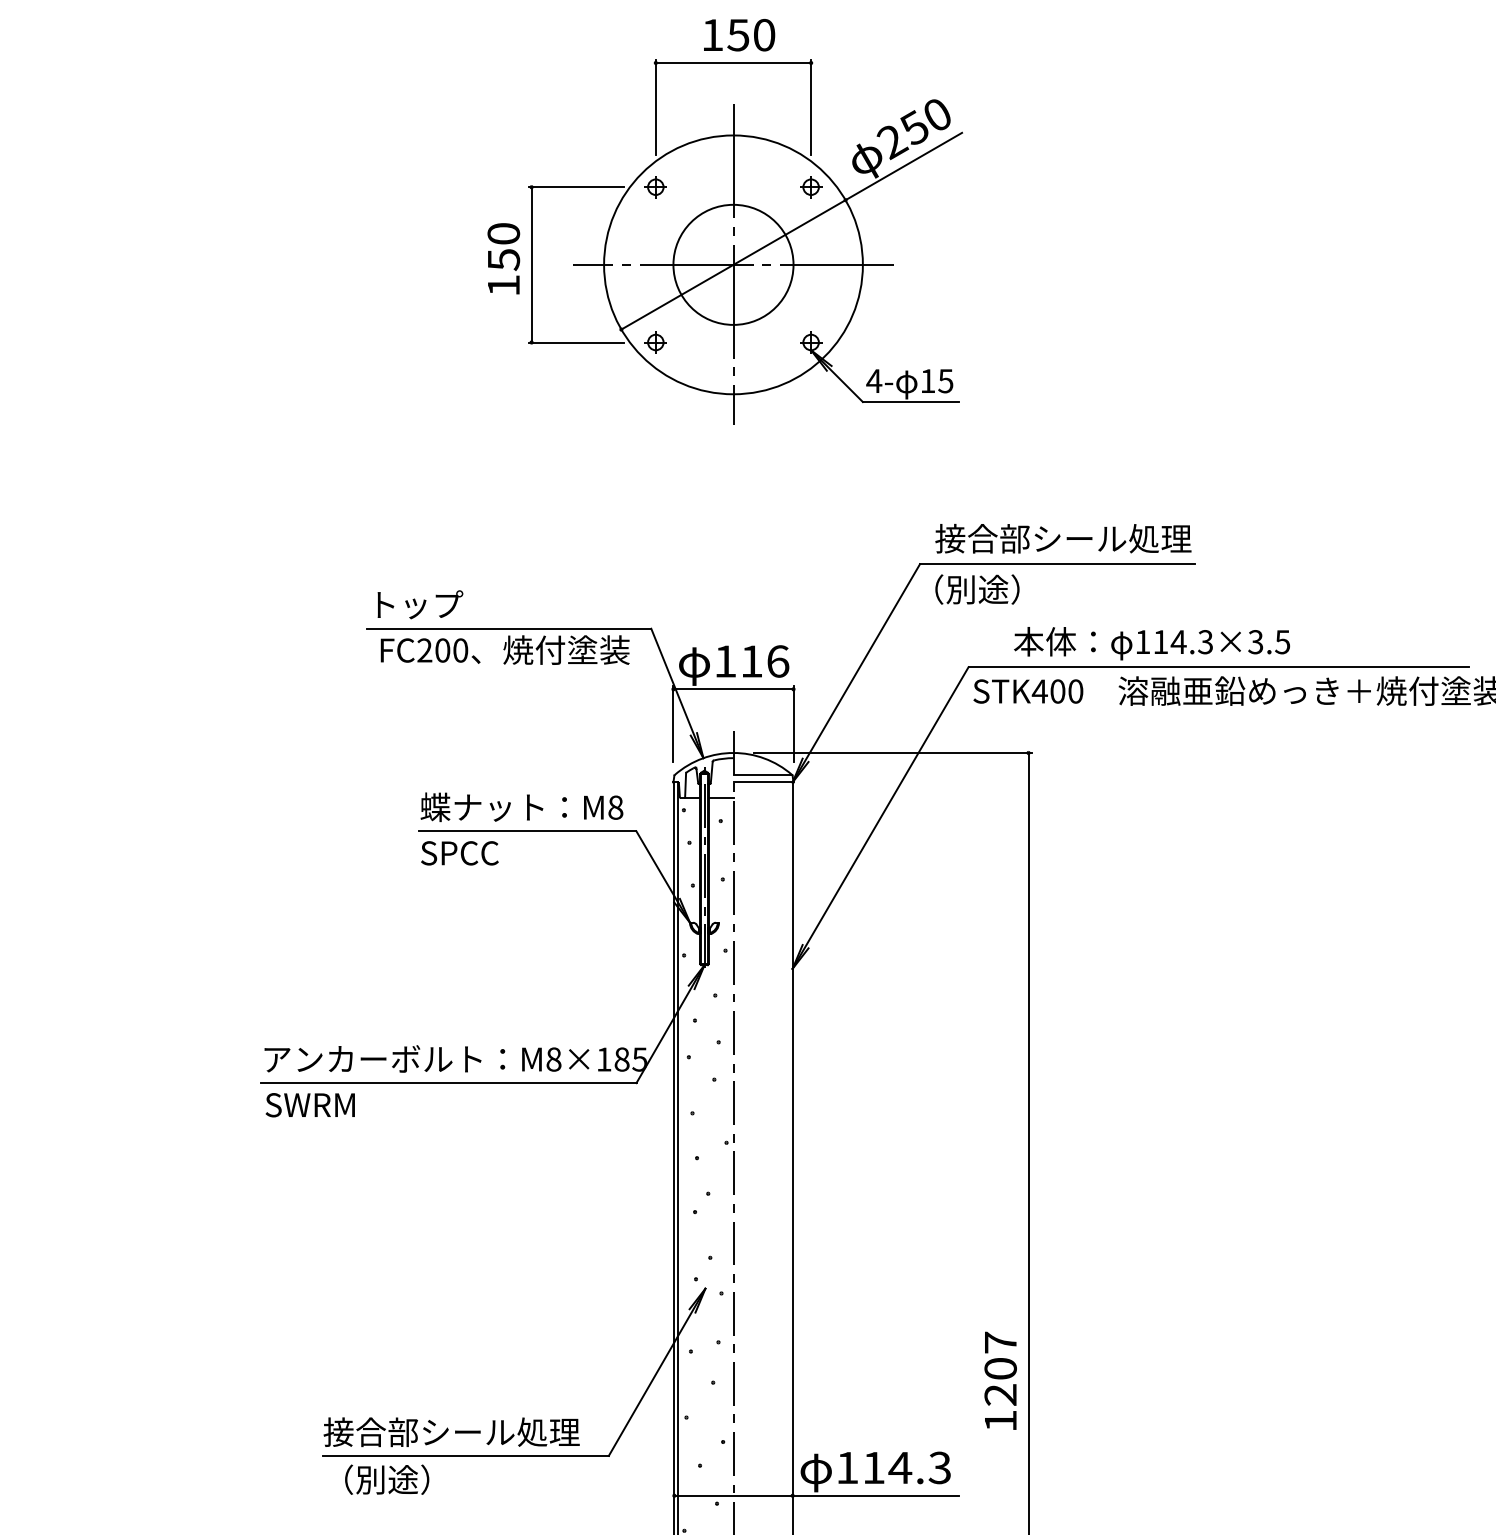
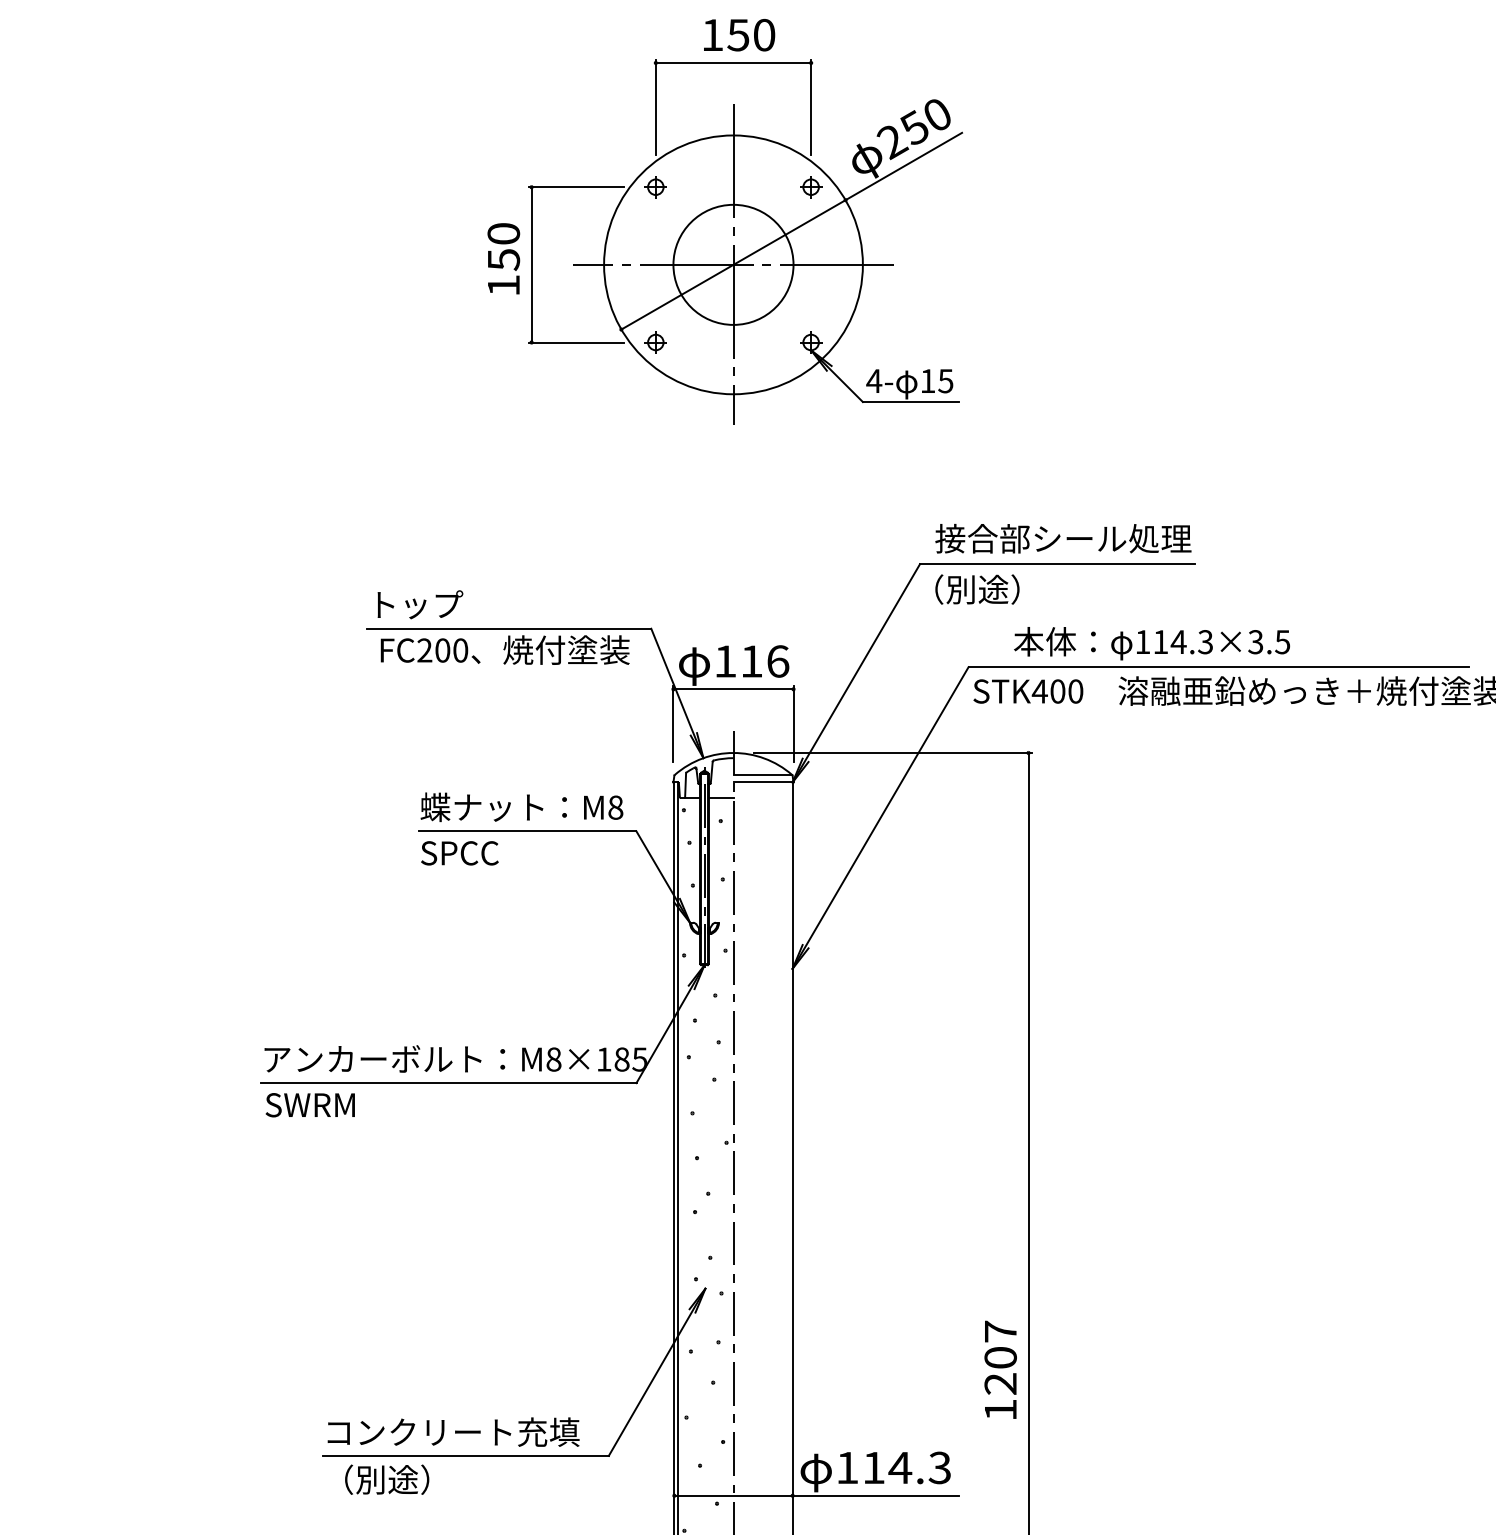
text at (1000, 1380) position: (1000, 1380) -> (1000, 1369)
text at (451, 1432): 接合部シール処理 -> コンクリート充填
